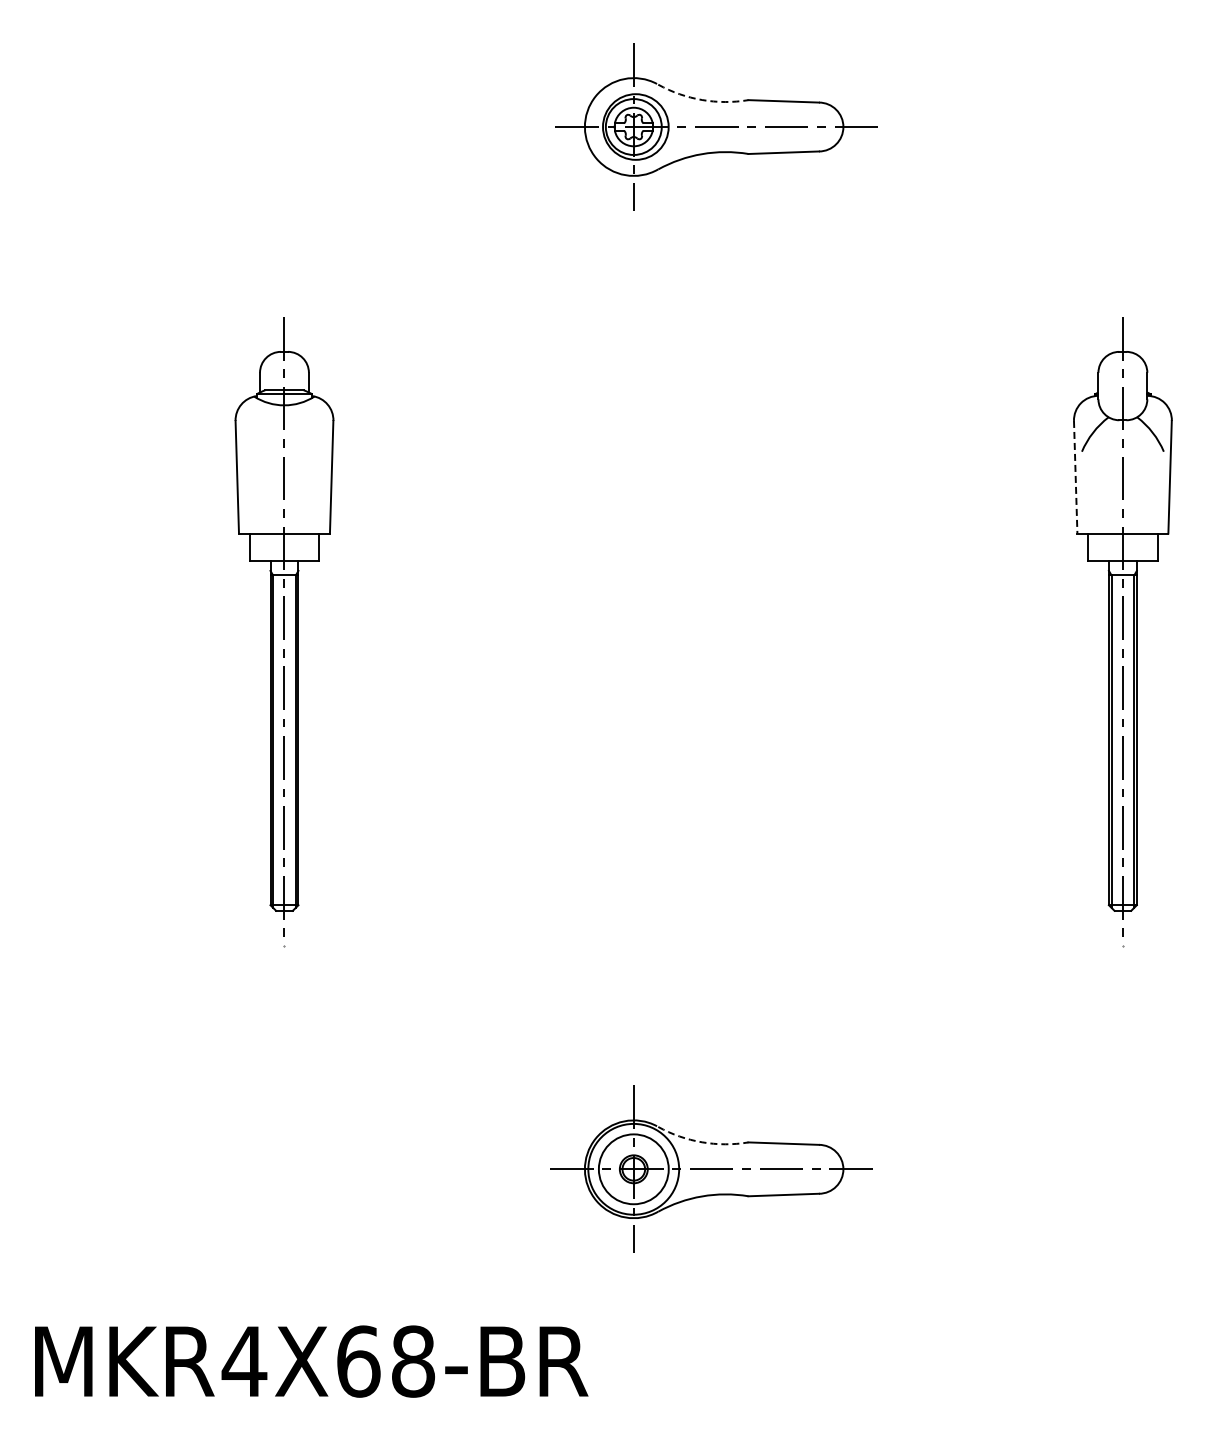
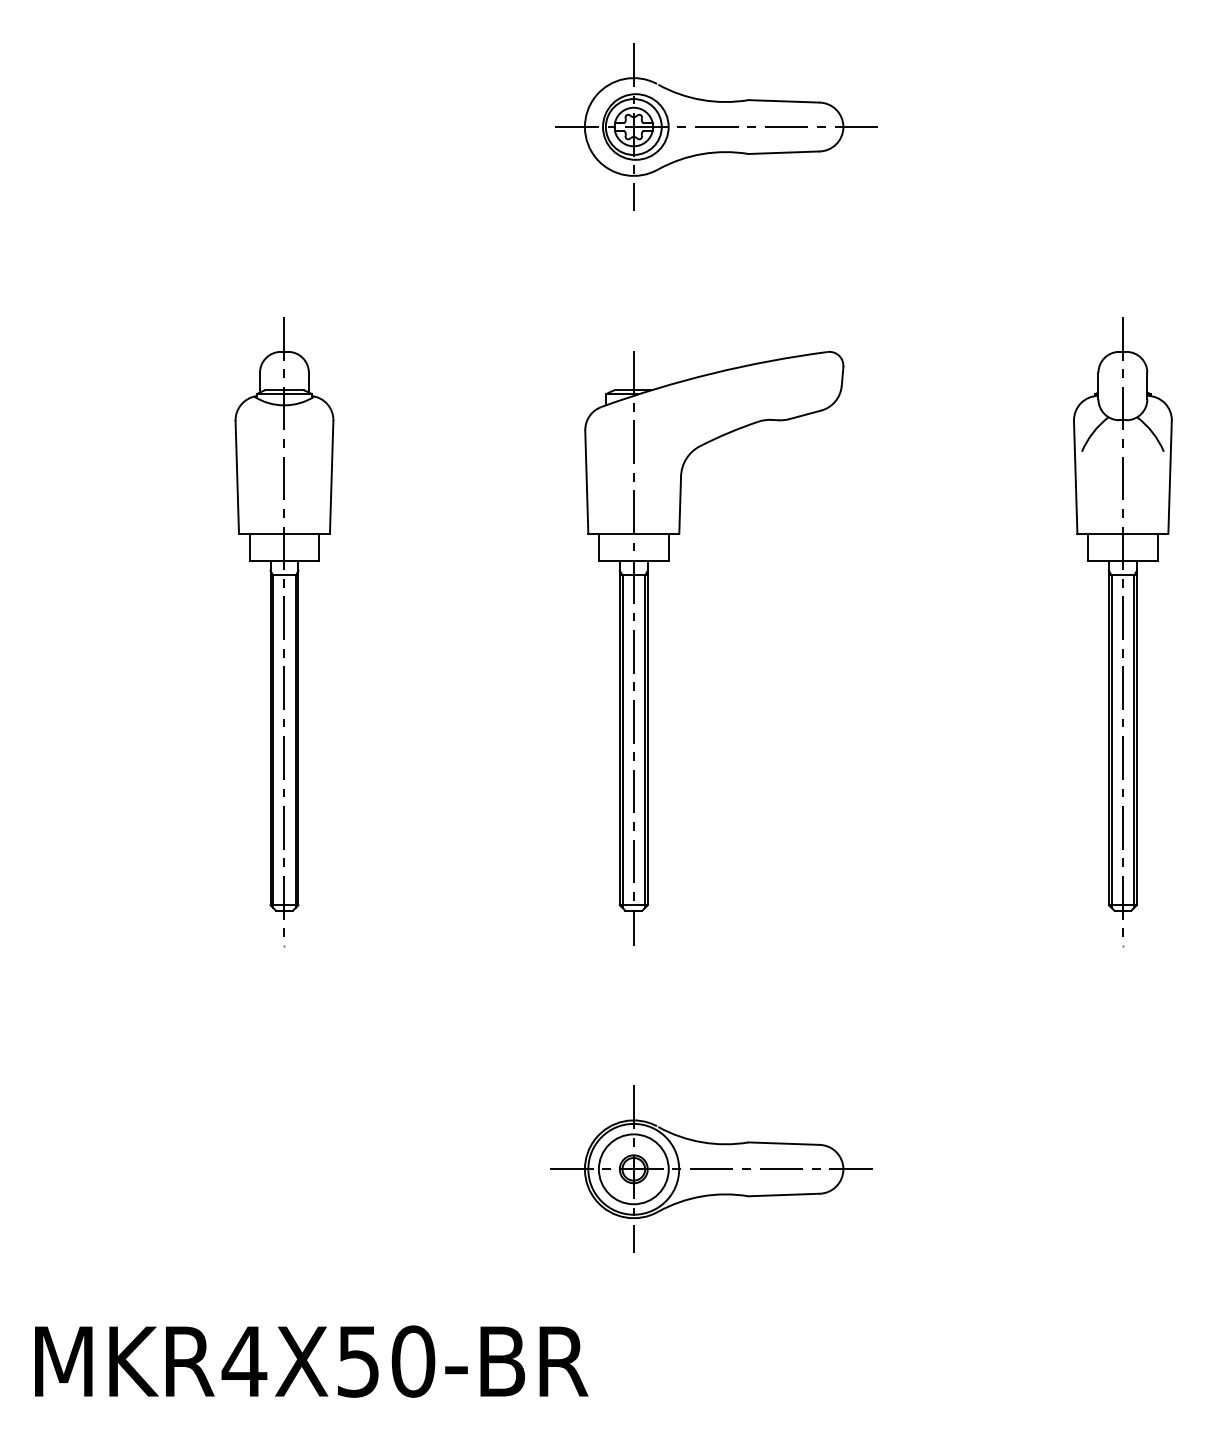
arc at (702, 100): dashed -> solid
line at (1075, 477): dashed -> solid
part at (648, 648): none -> present
arc at (702, 1142): dashed -> solid
text at (386, 1361): MKR4X68-BR -> MKR4X50-BR
